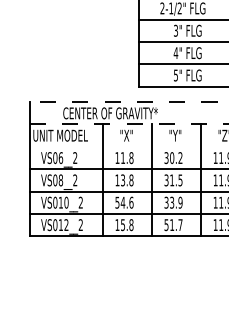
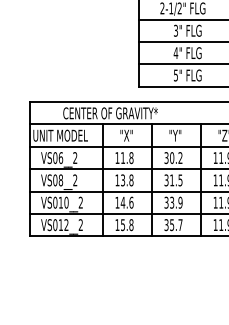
line at (129, 102): dashed -> solid
line at (129, 124): dashed -> solid
line at (127, 146): none -> present
text at (117, 202): 54.6 -> 14.6
text at (169, 225): 51.7 -> 35.7
